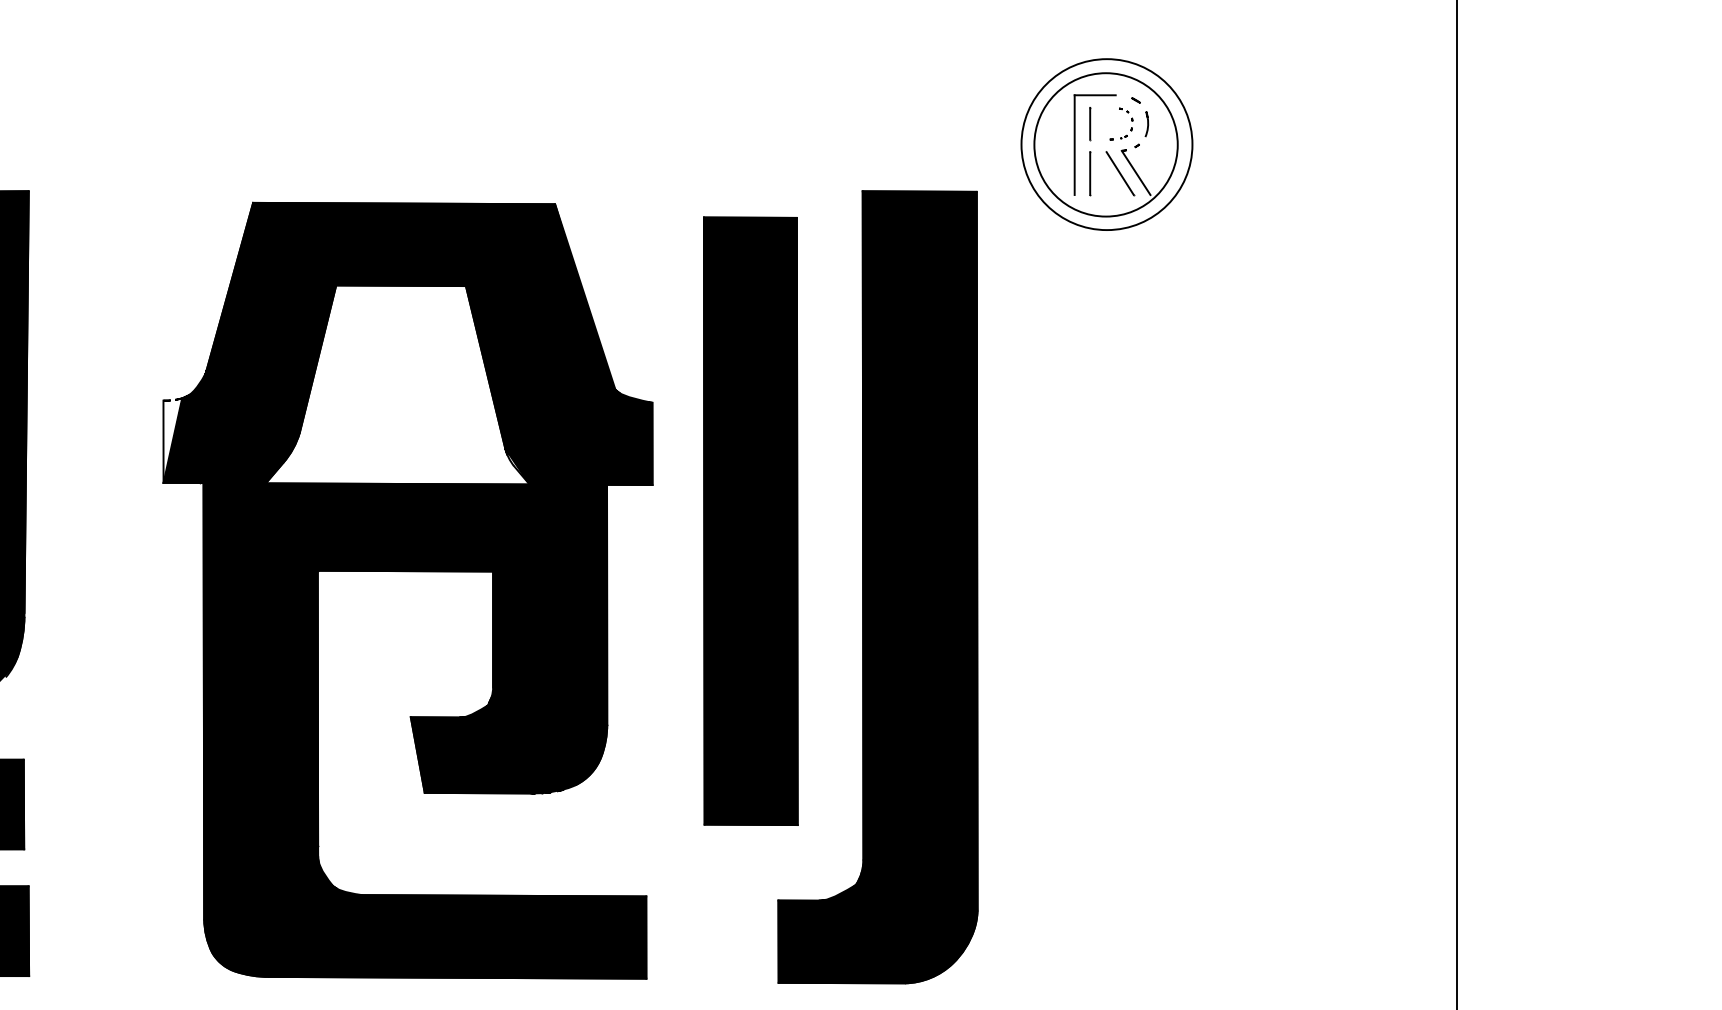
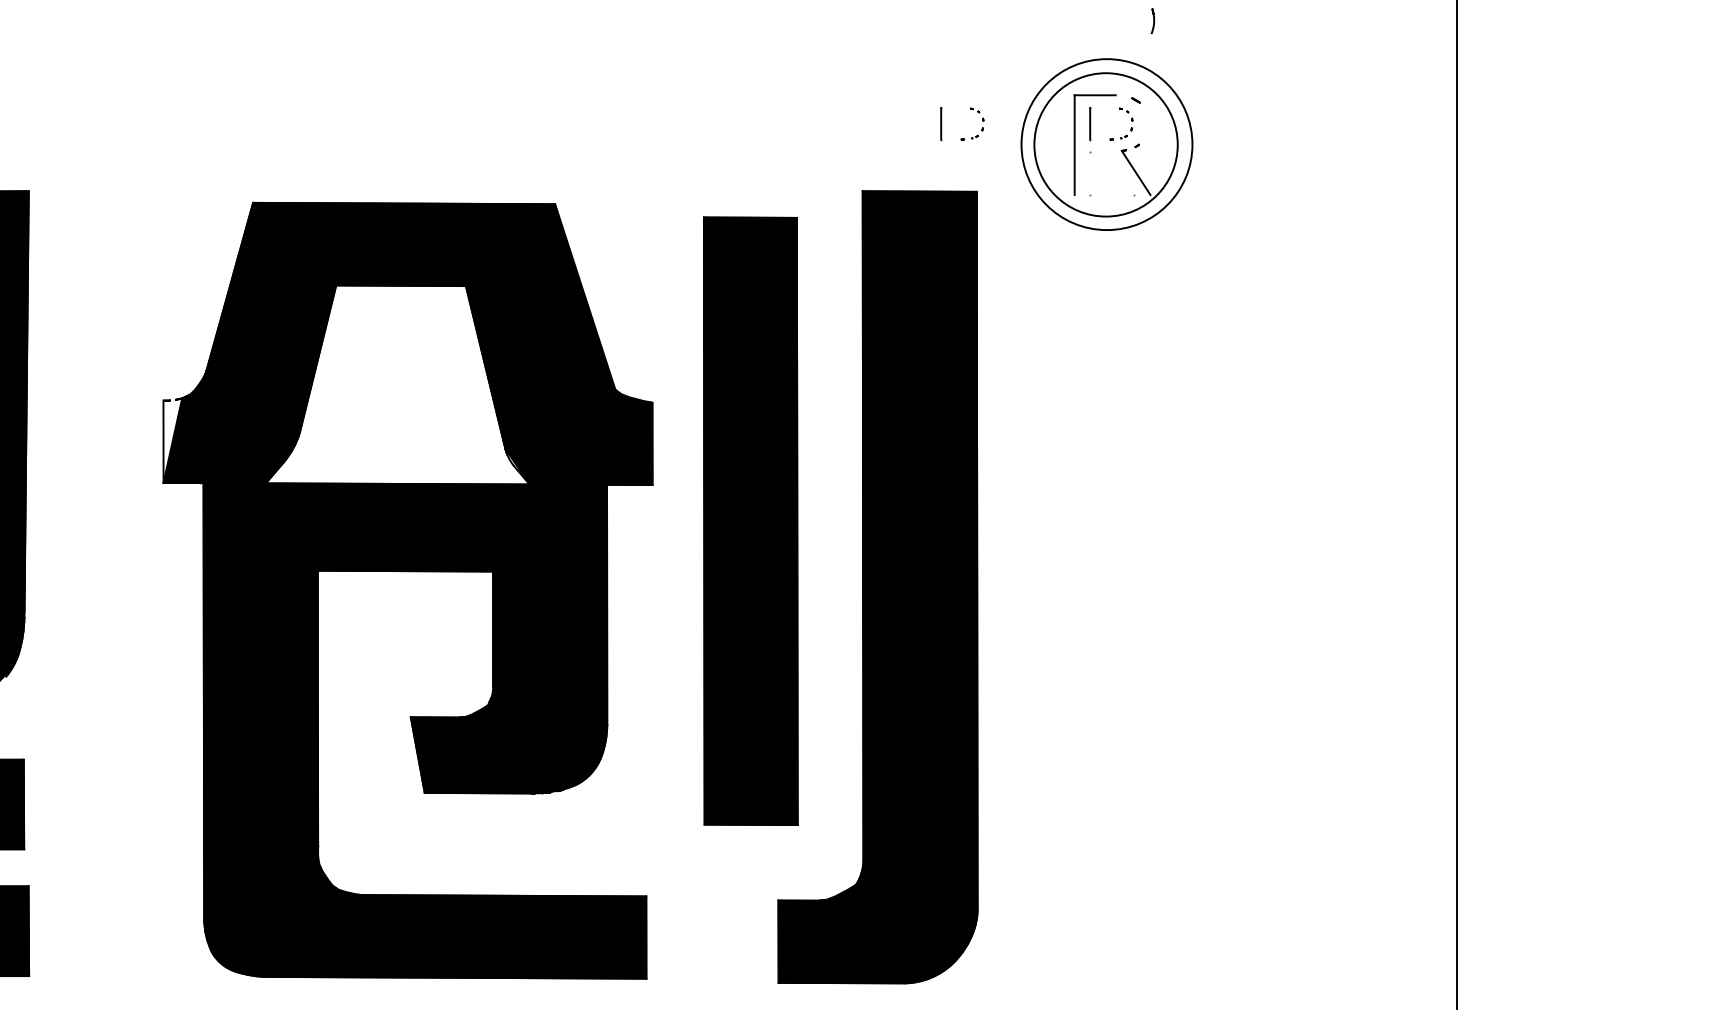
part at (1146, 124) position: (1146, 124) -> (1152, 21)
part at (962, 138): none -> present
line at (1090, 173): present -> none
line at (1119, 173): present -> none
